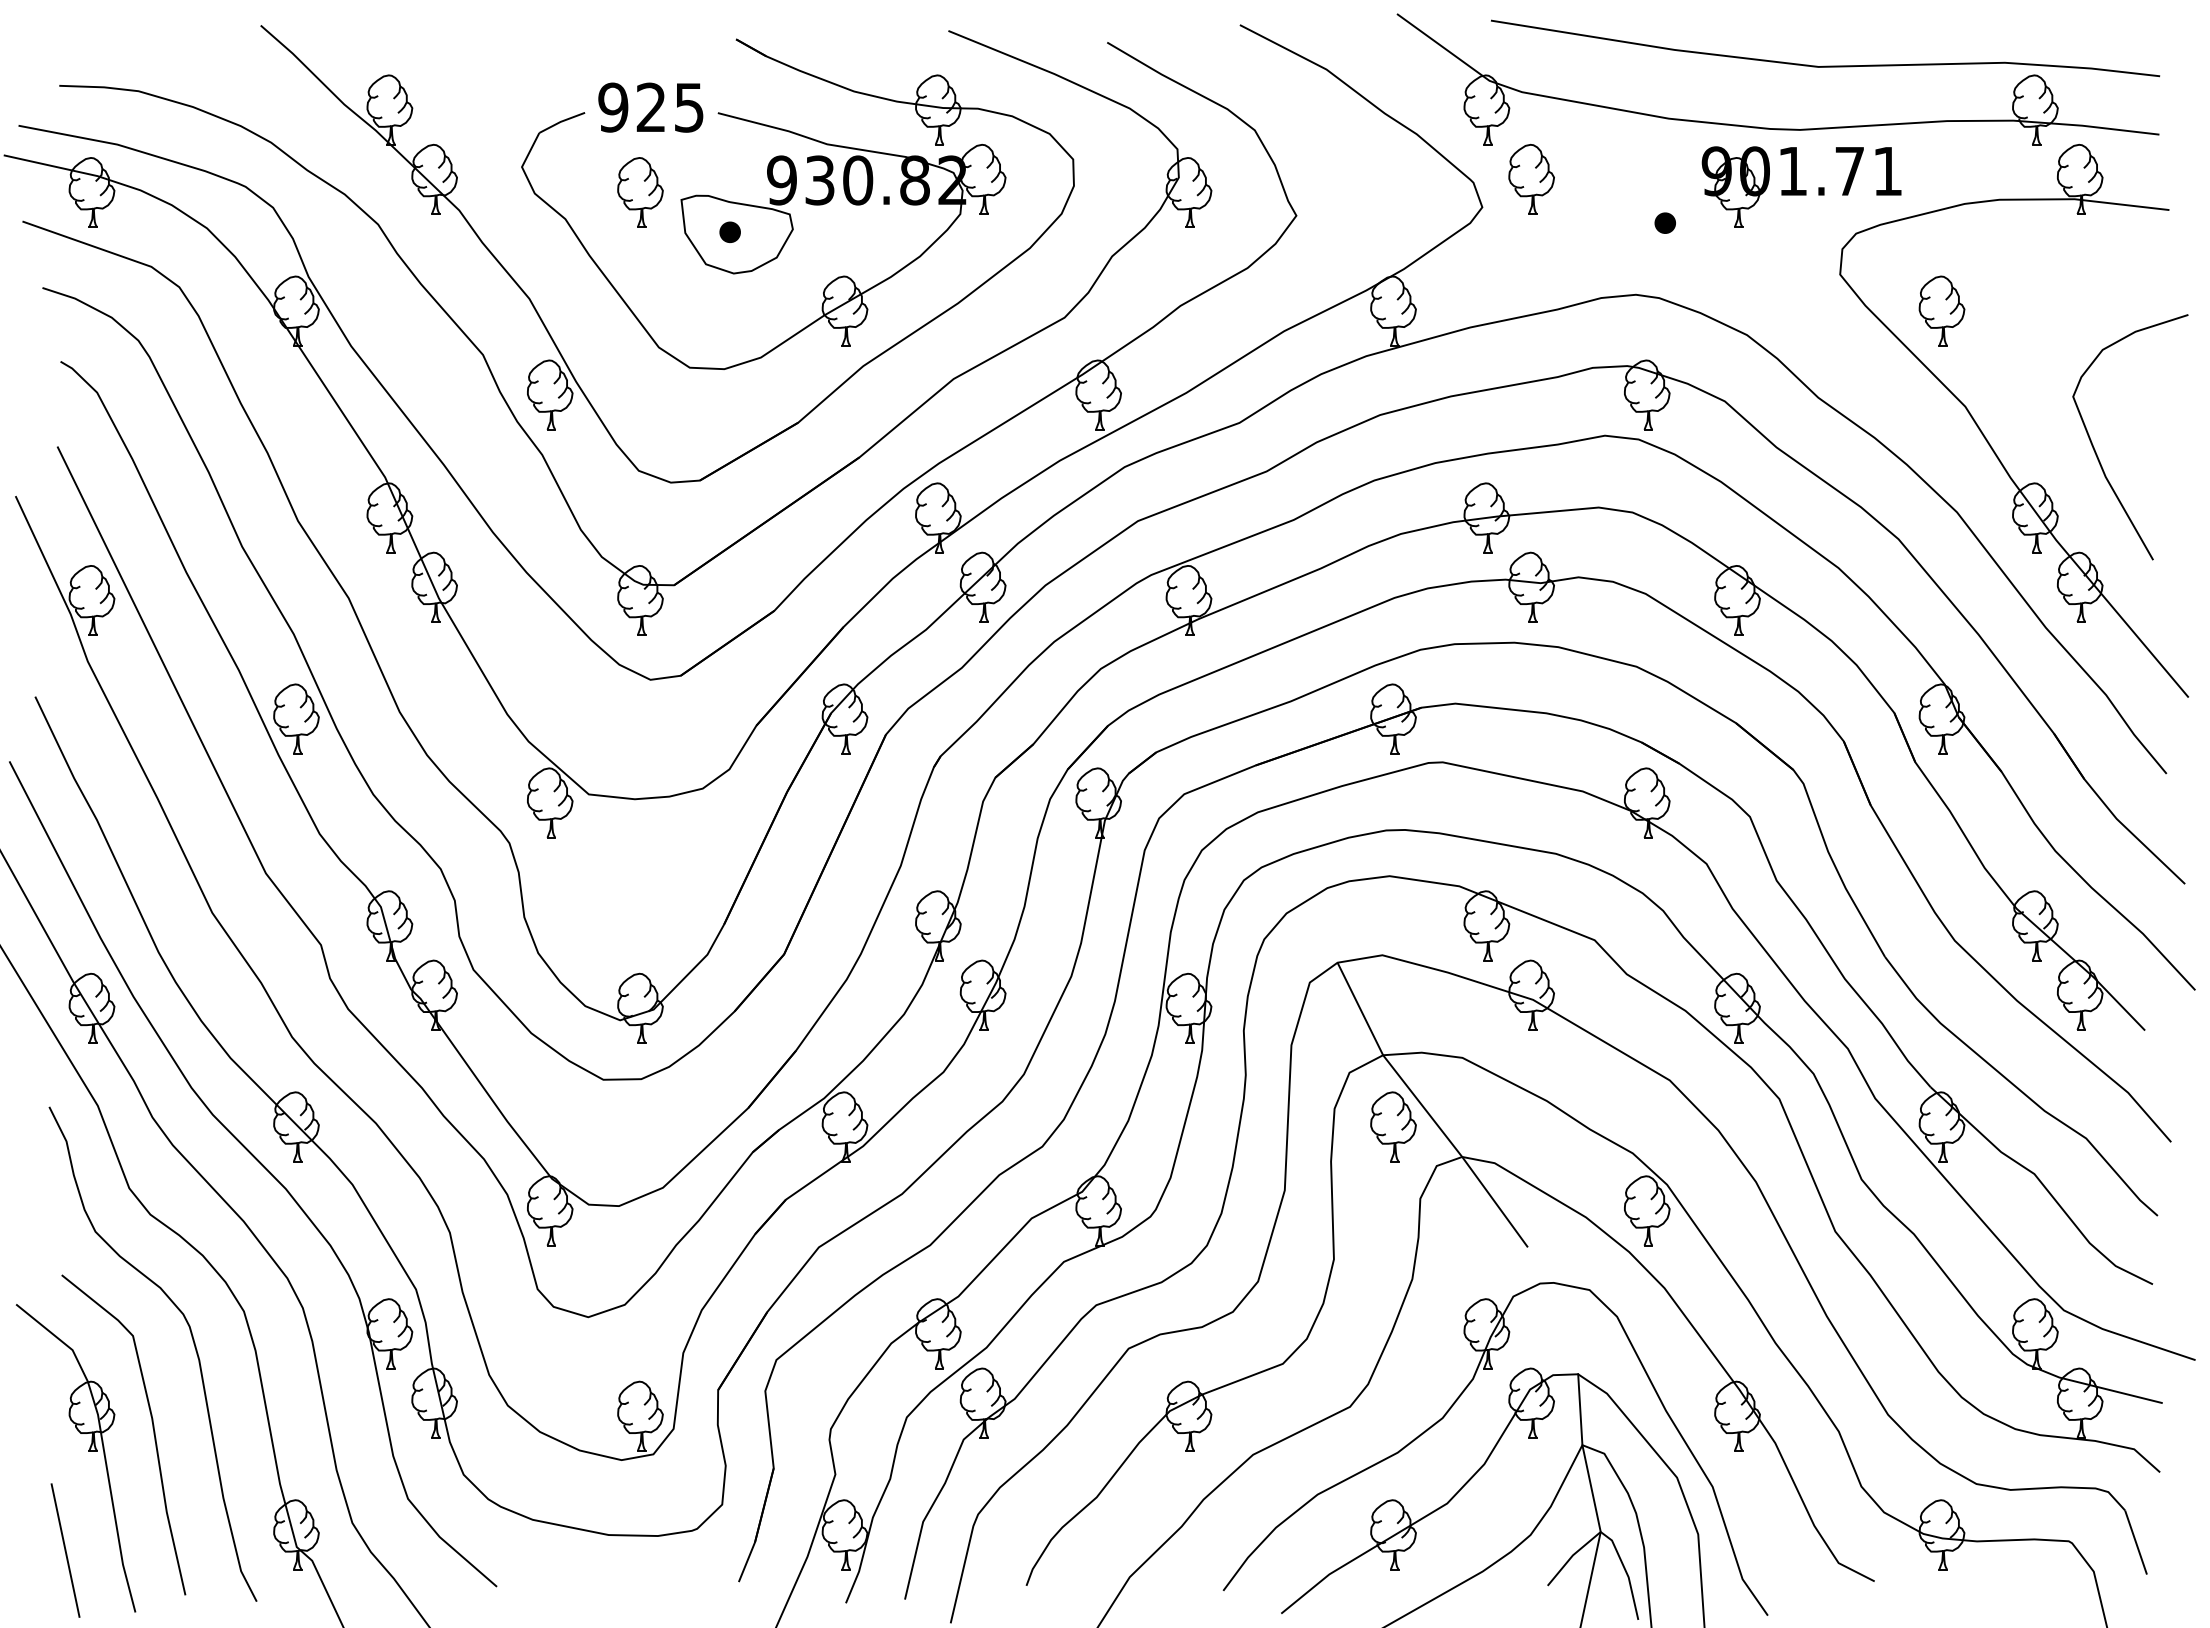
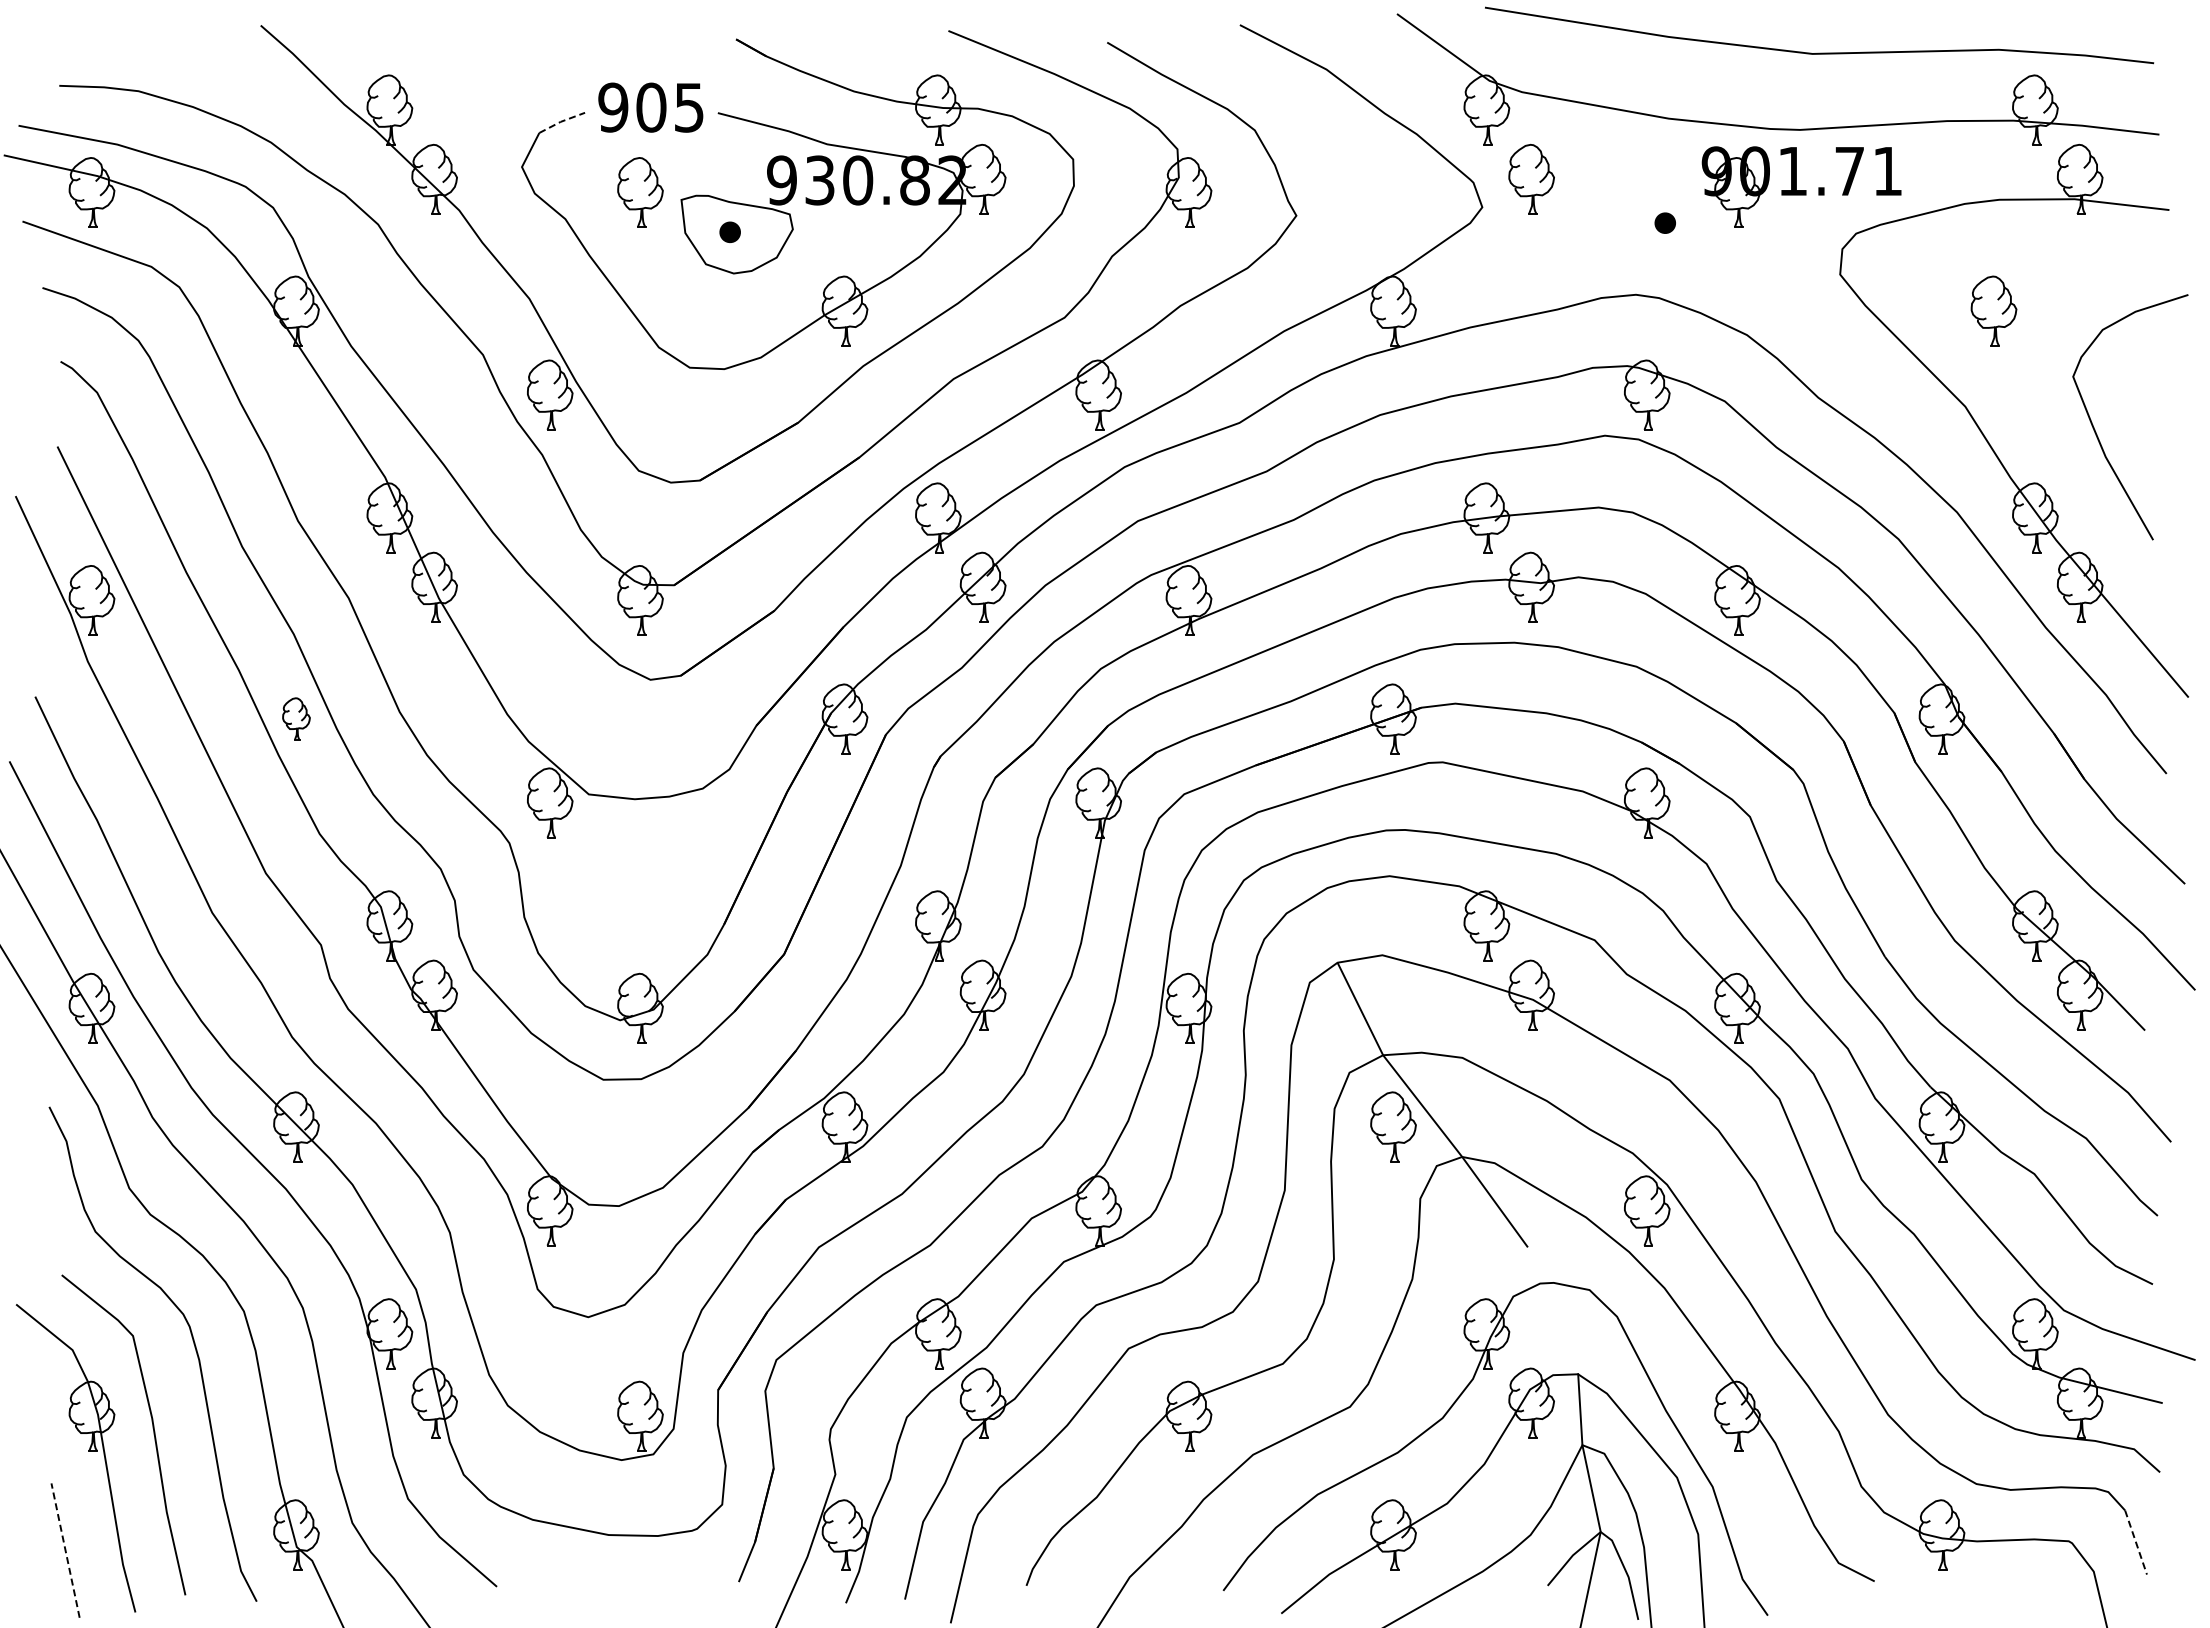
curve at (1825, 65) position: (1825, 65) -> (1819, 52)
text at (651, 107): 925 -> 905
line at (561, 121): solid -> dashed
part at (1941, 310) position: (1941, 310) -> (1993, 310)
curve at (2095, 449) position: (2095, 449) -> (2095, 429)
part at (296, 718) size: 47x72 px -> 29x44 px
line at (2136, 1542): solid -> dashed
line at (65, 1550): solid -> dashed
